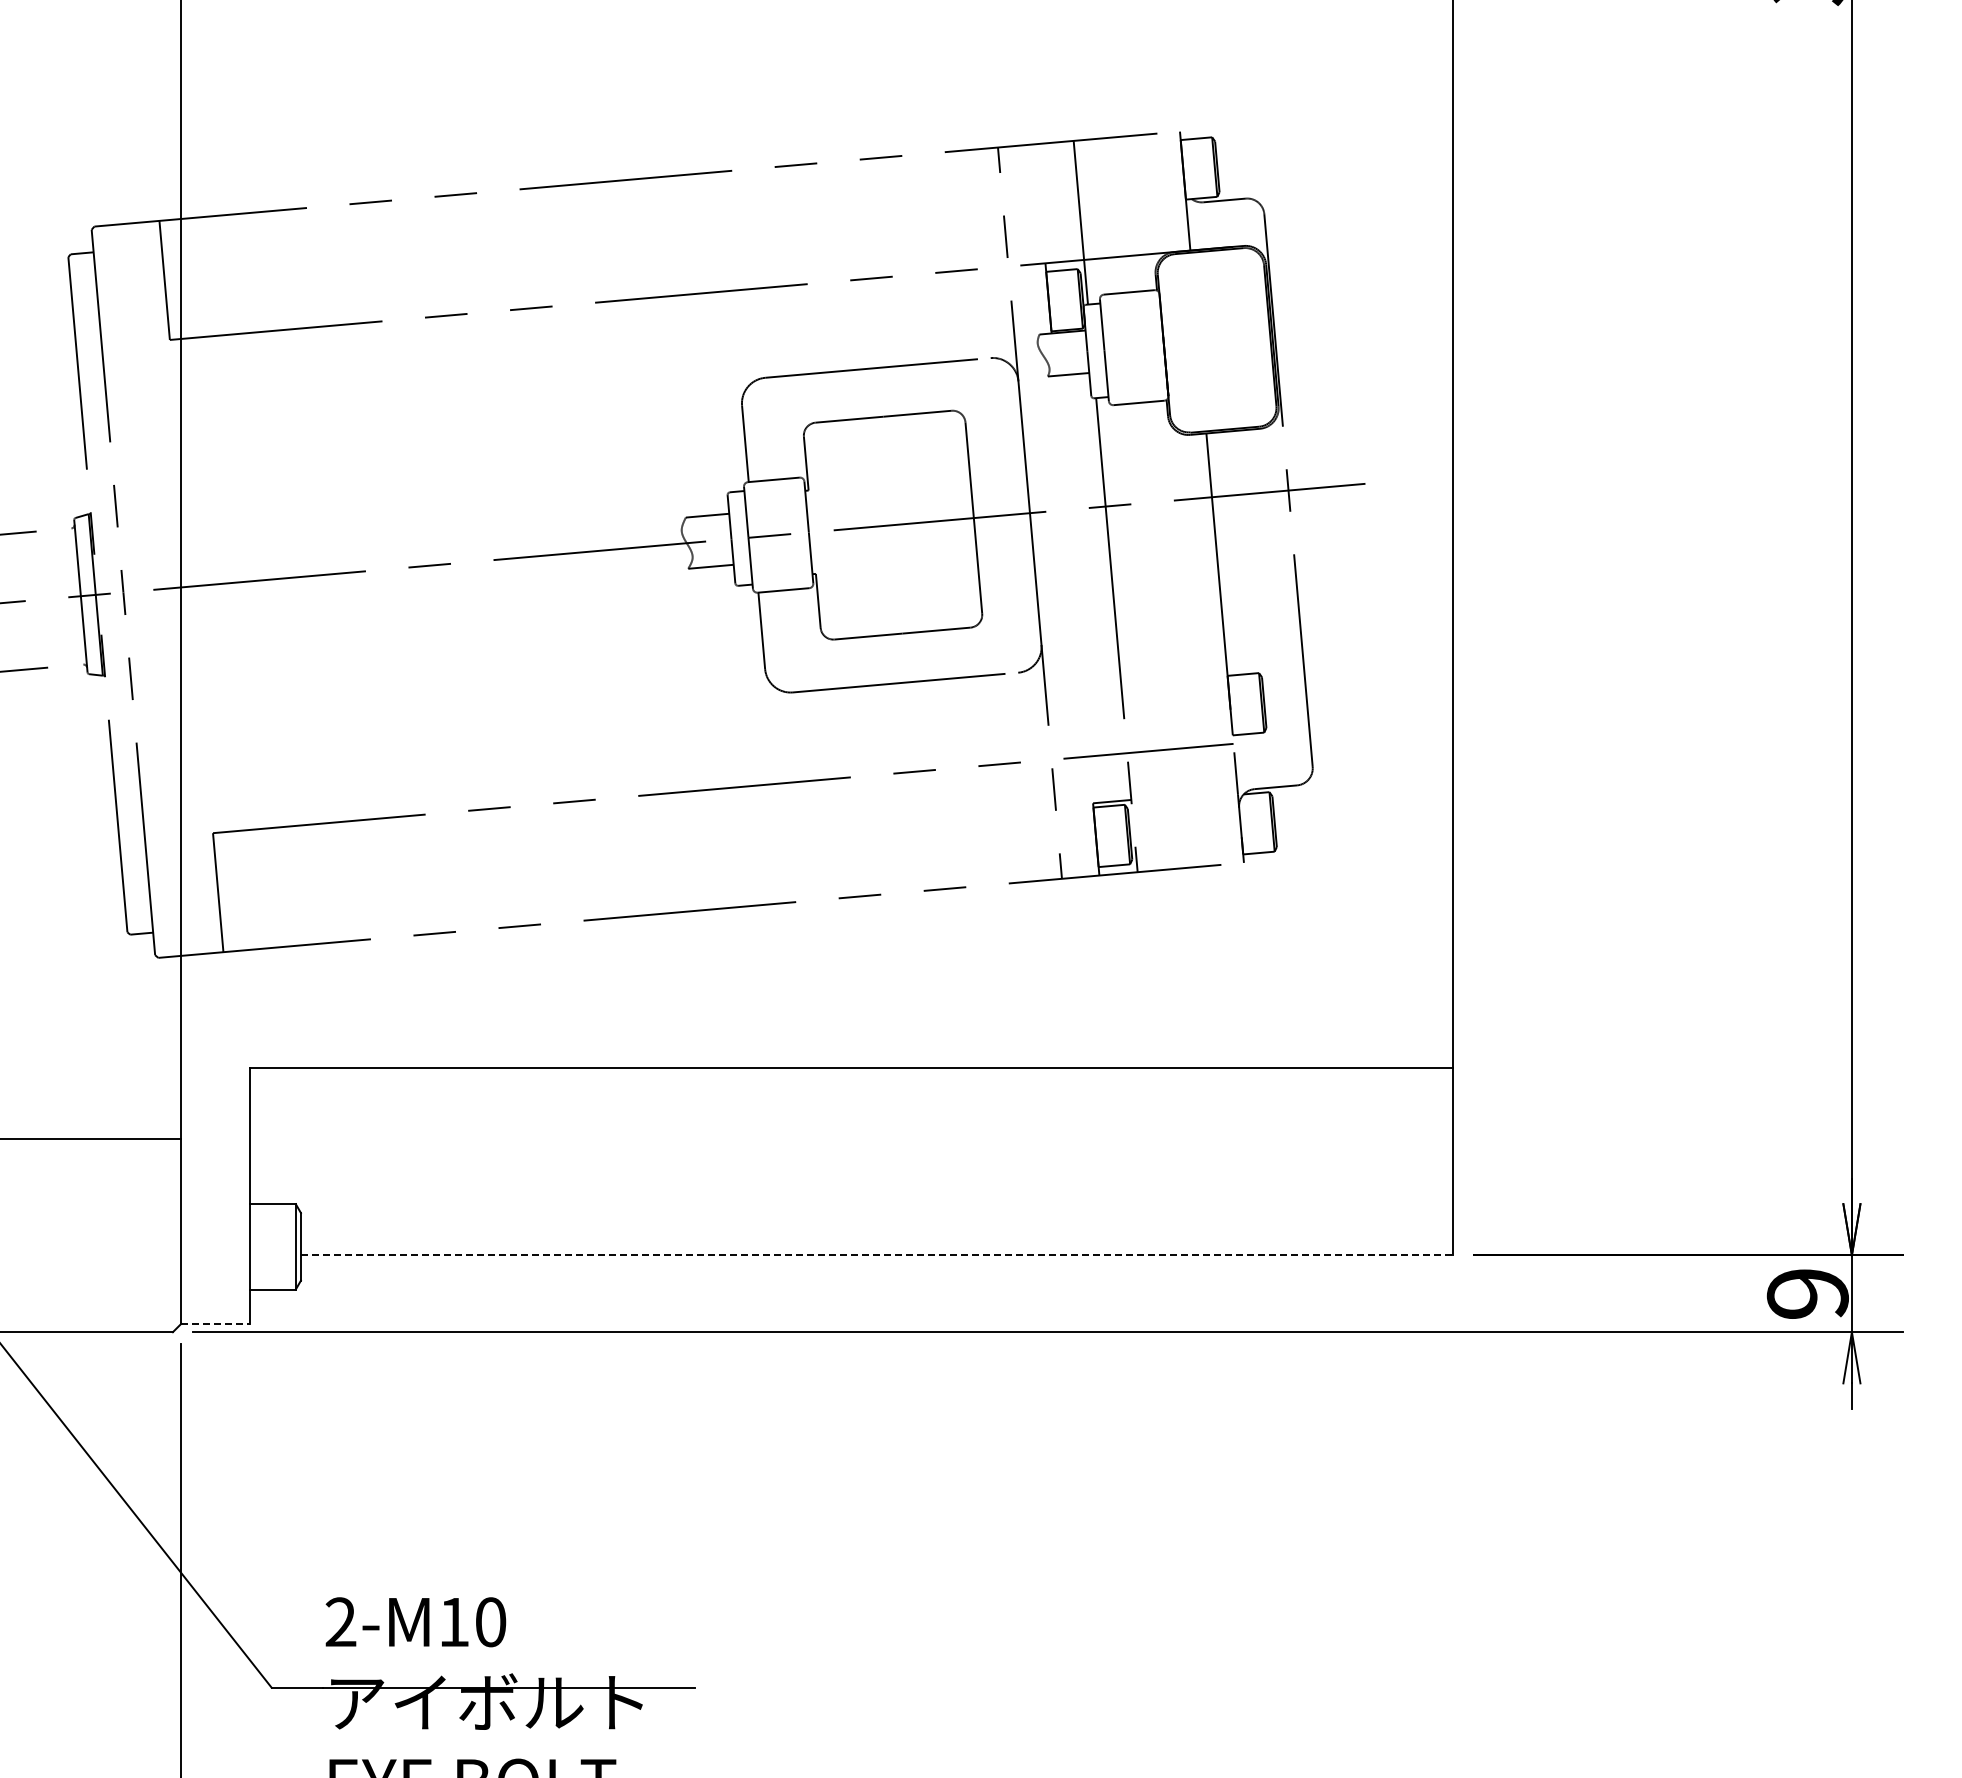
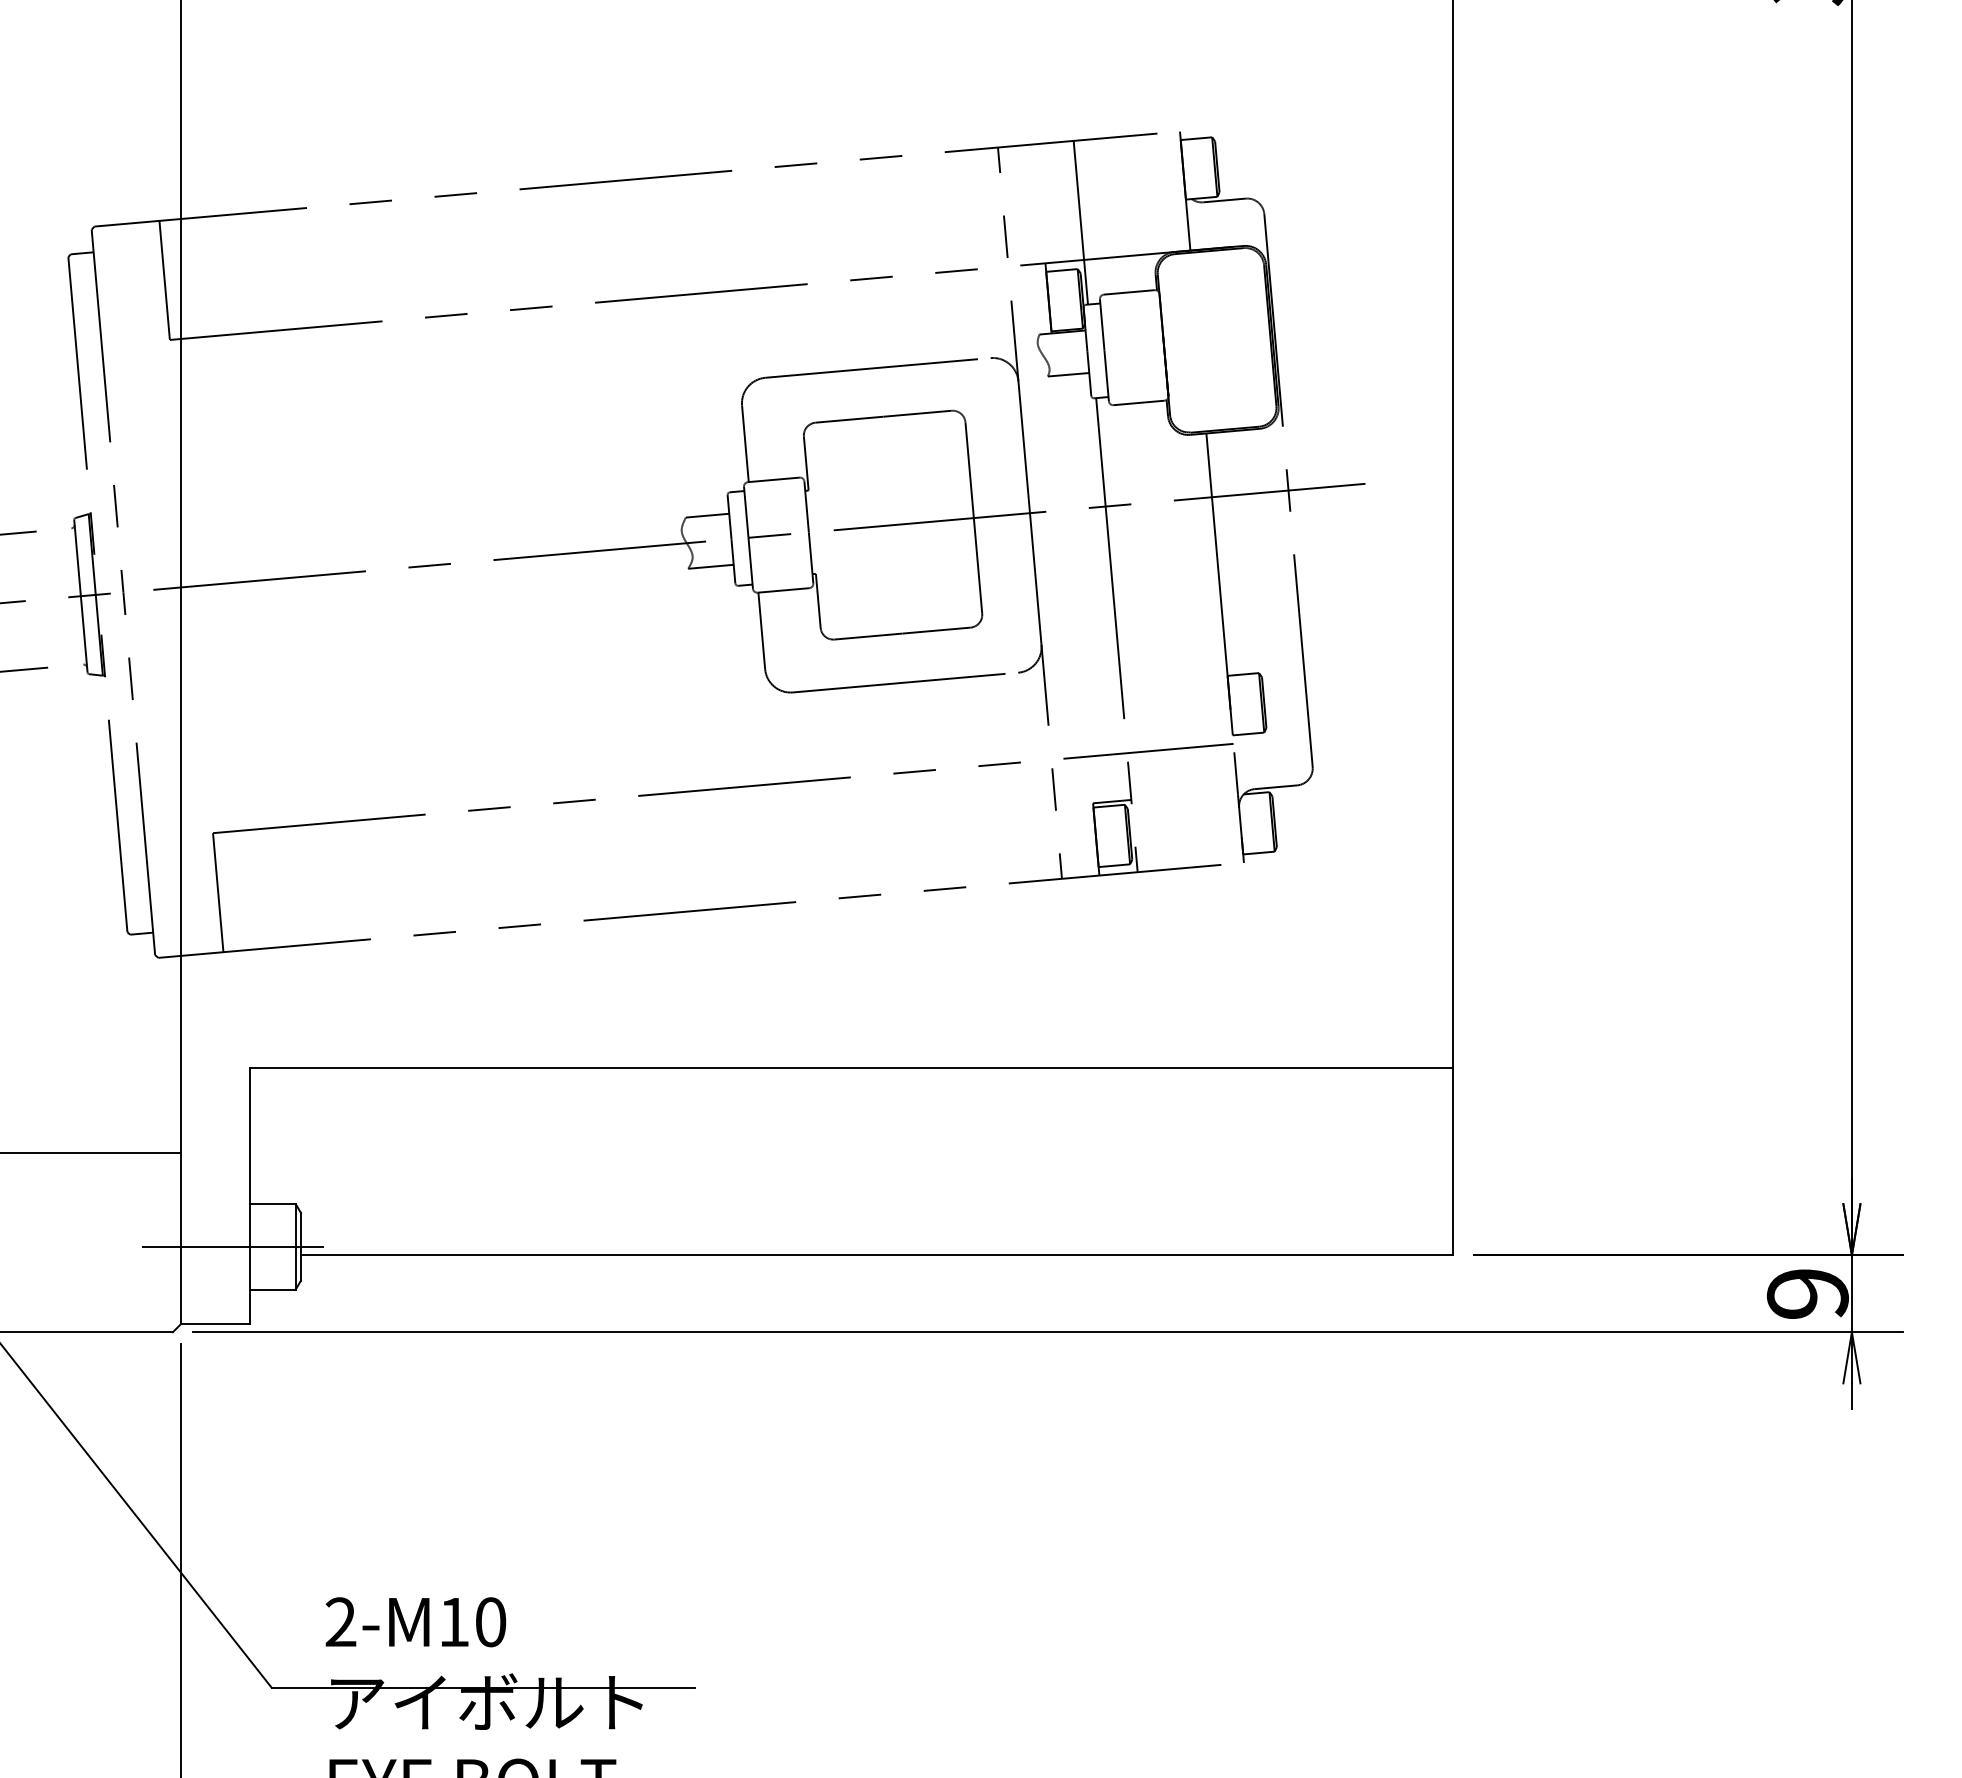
line at (91, 1138) position: (91, 1138) -> (91, 1152)
line at (232, 1246): none -> present
line at (877, 1255): dashed -> solid
line at (216, 1323): dashed -> solid
